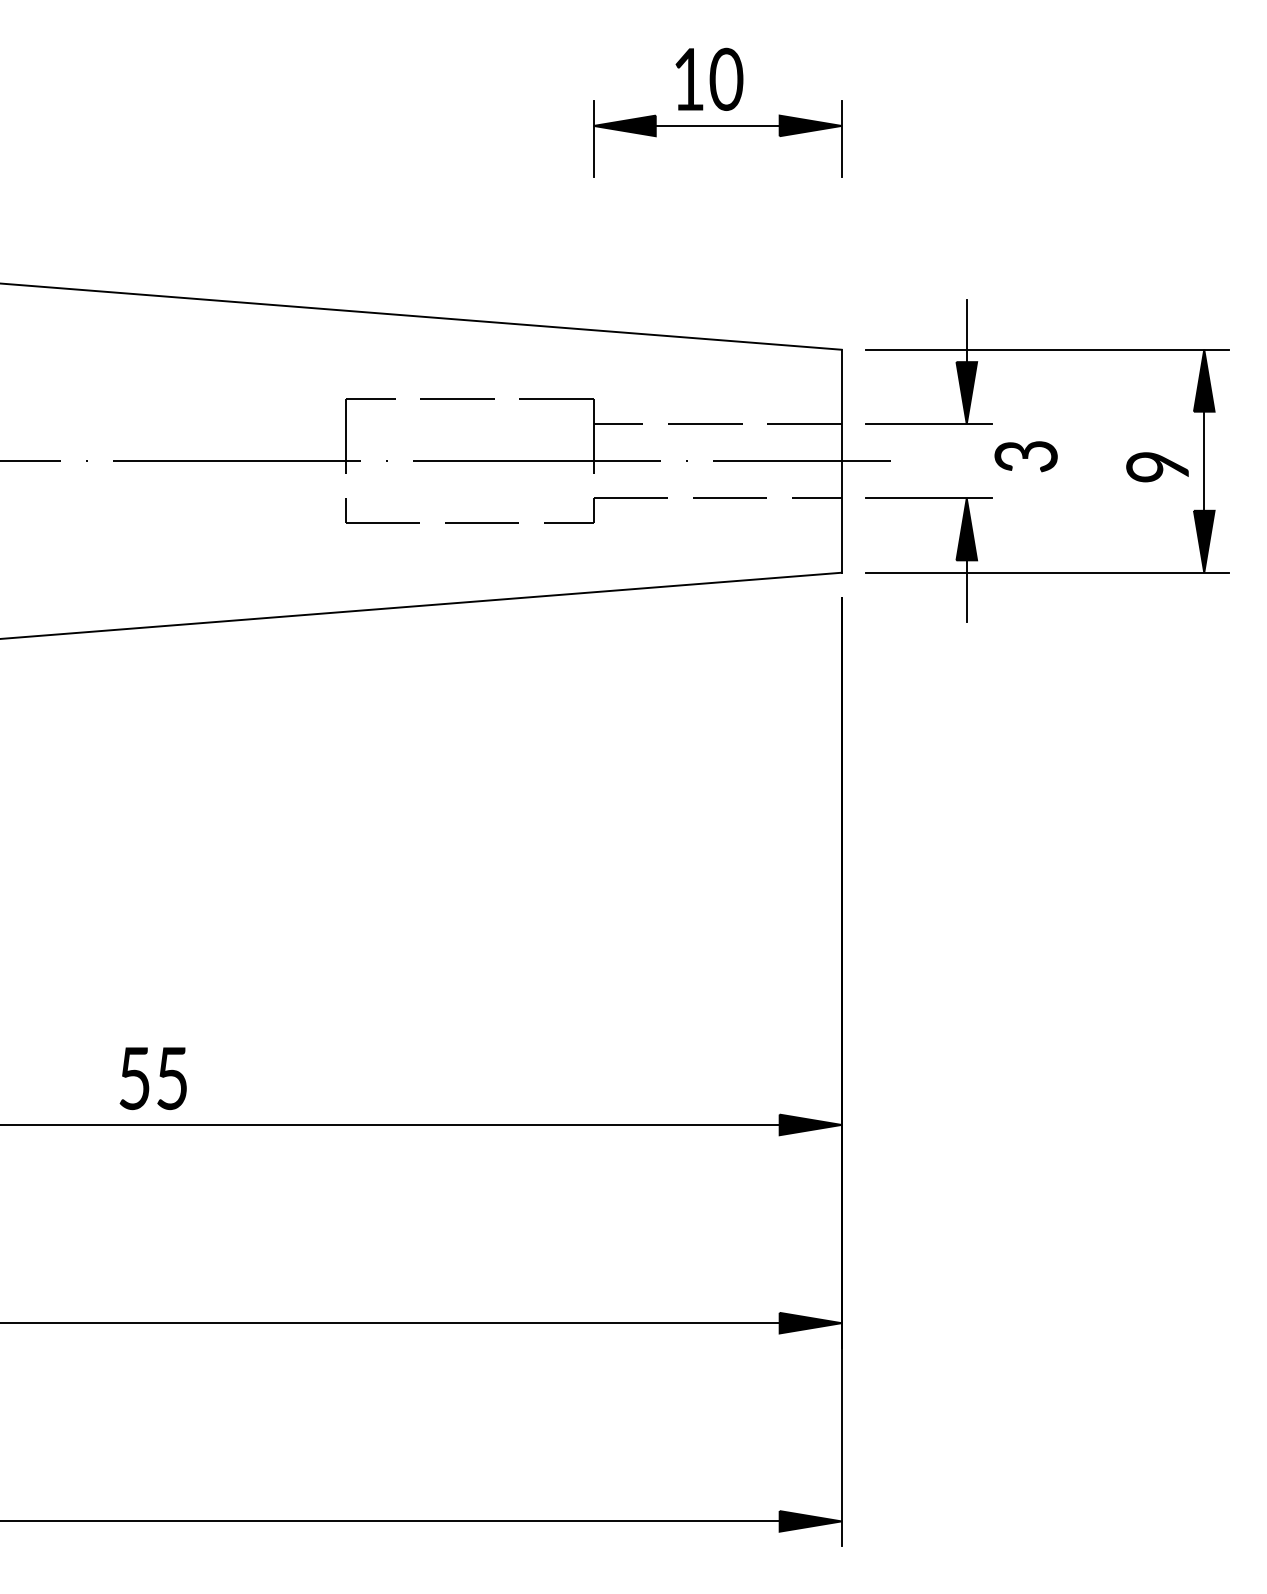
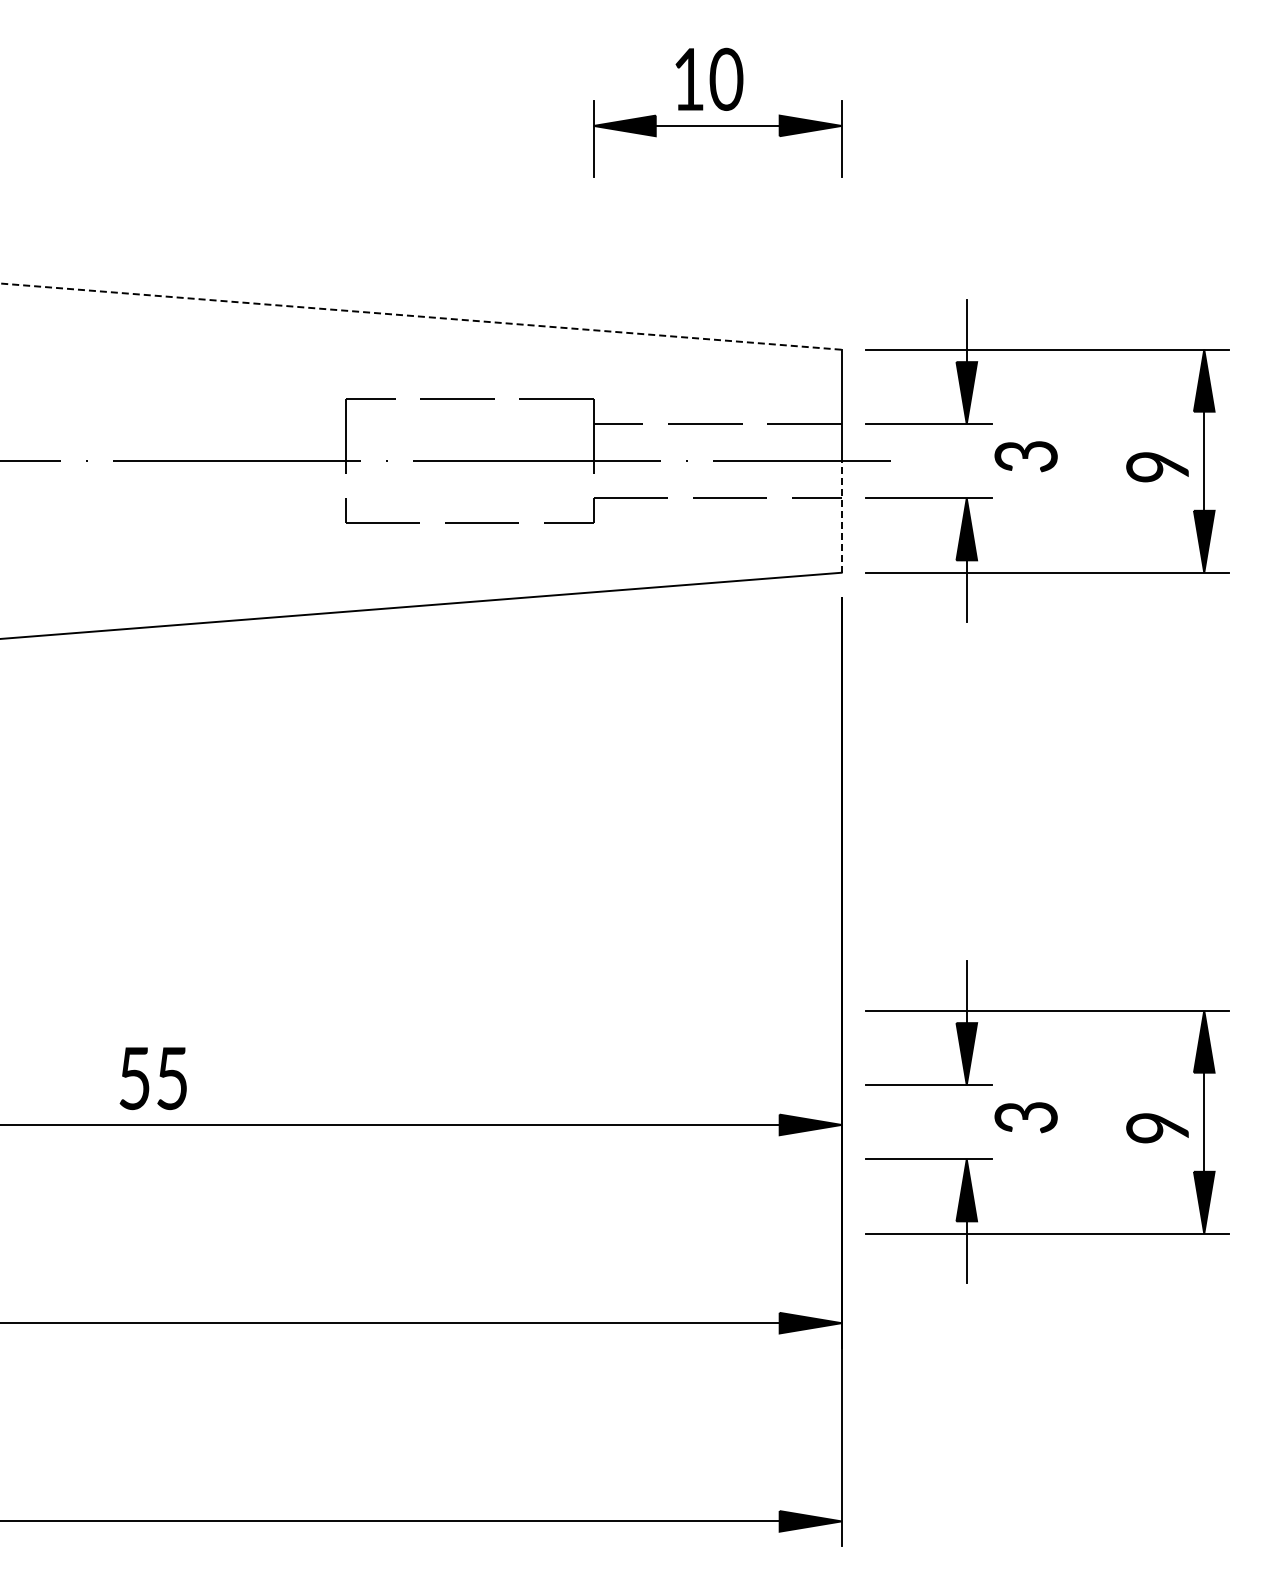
line at (421, 316): solid -> dashed
line at (841, 517): solid -> dashed
part at (1047, 1121): none -> present
